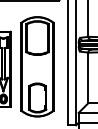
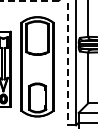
line at (28, 0): solid -> dashed
line at (68, 63): solid -> dashed
